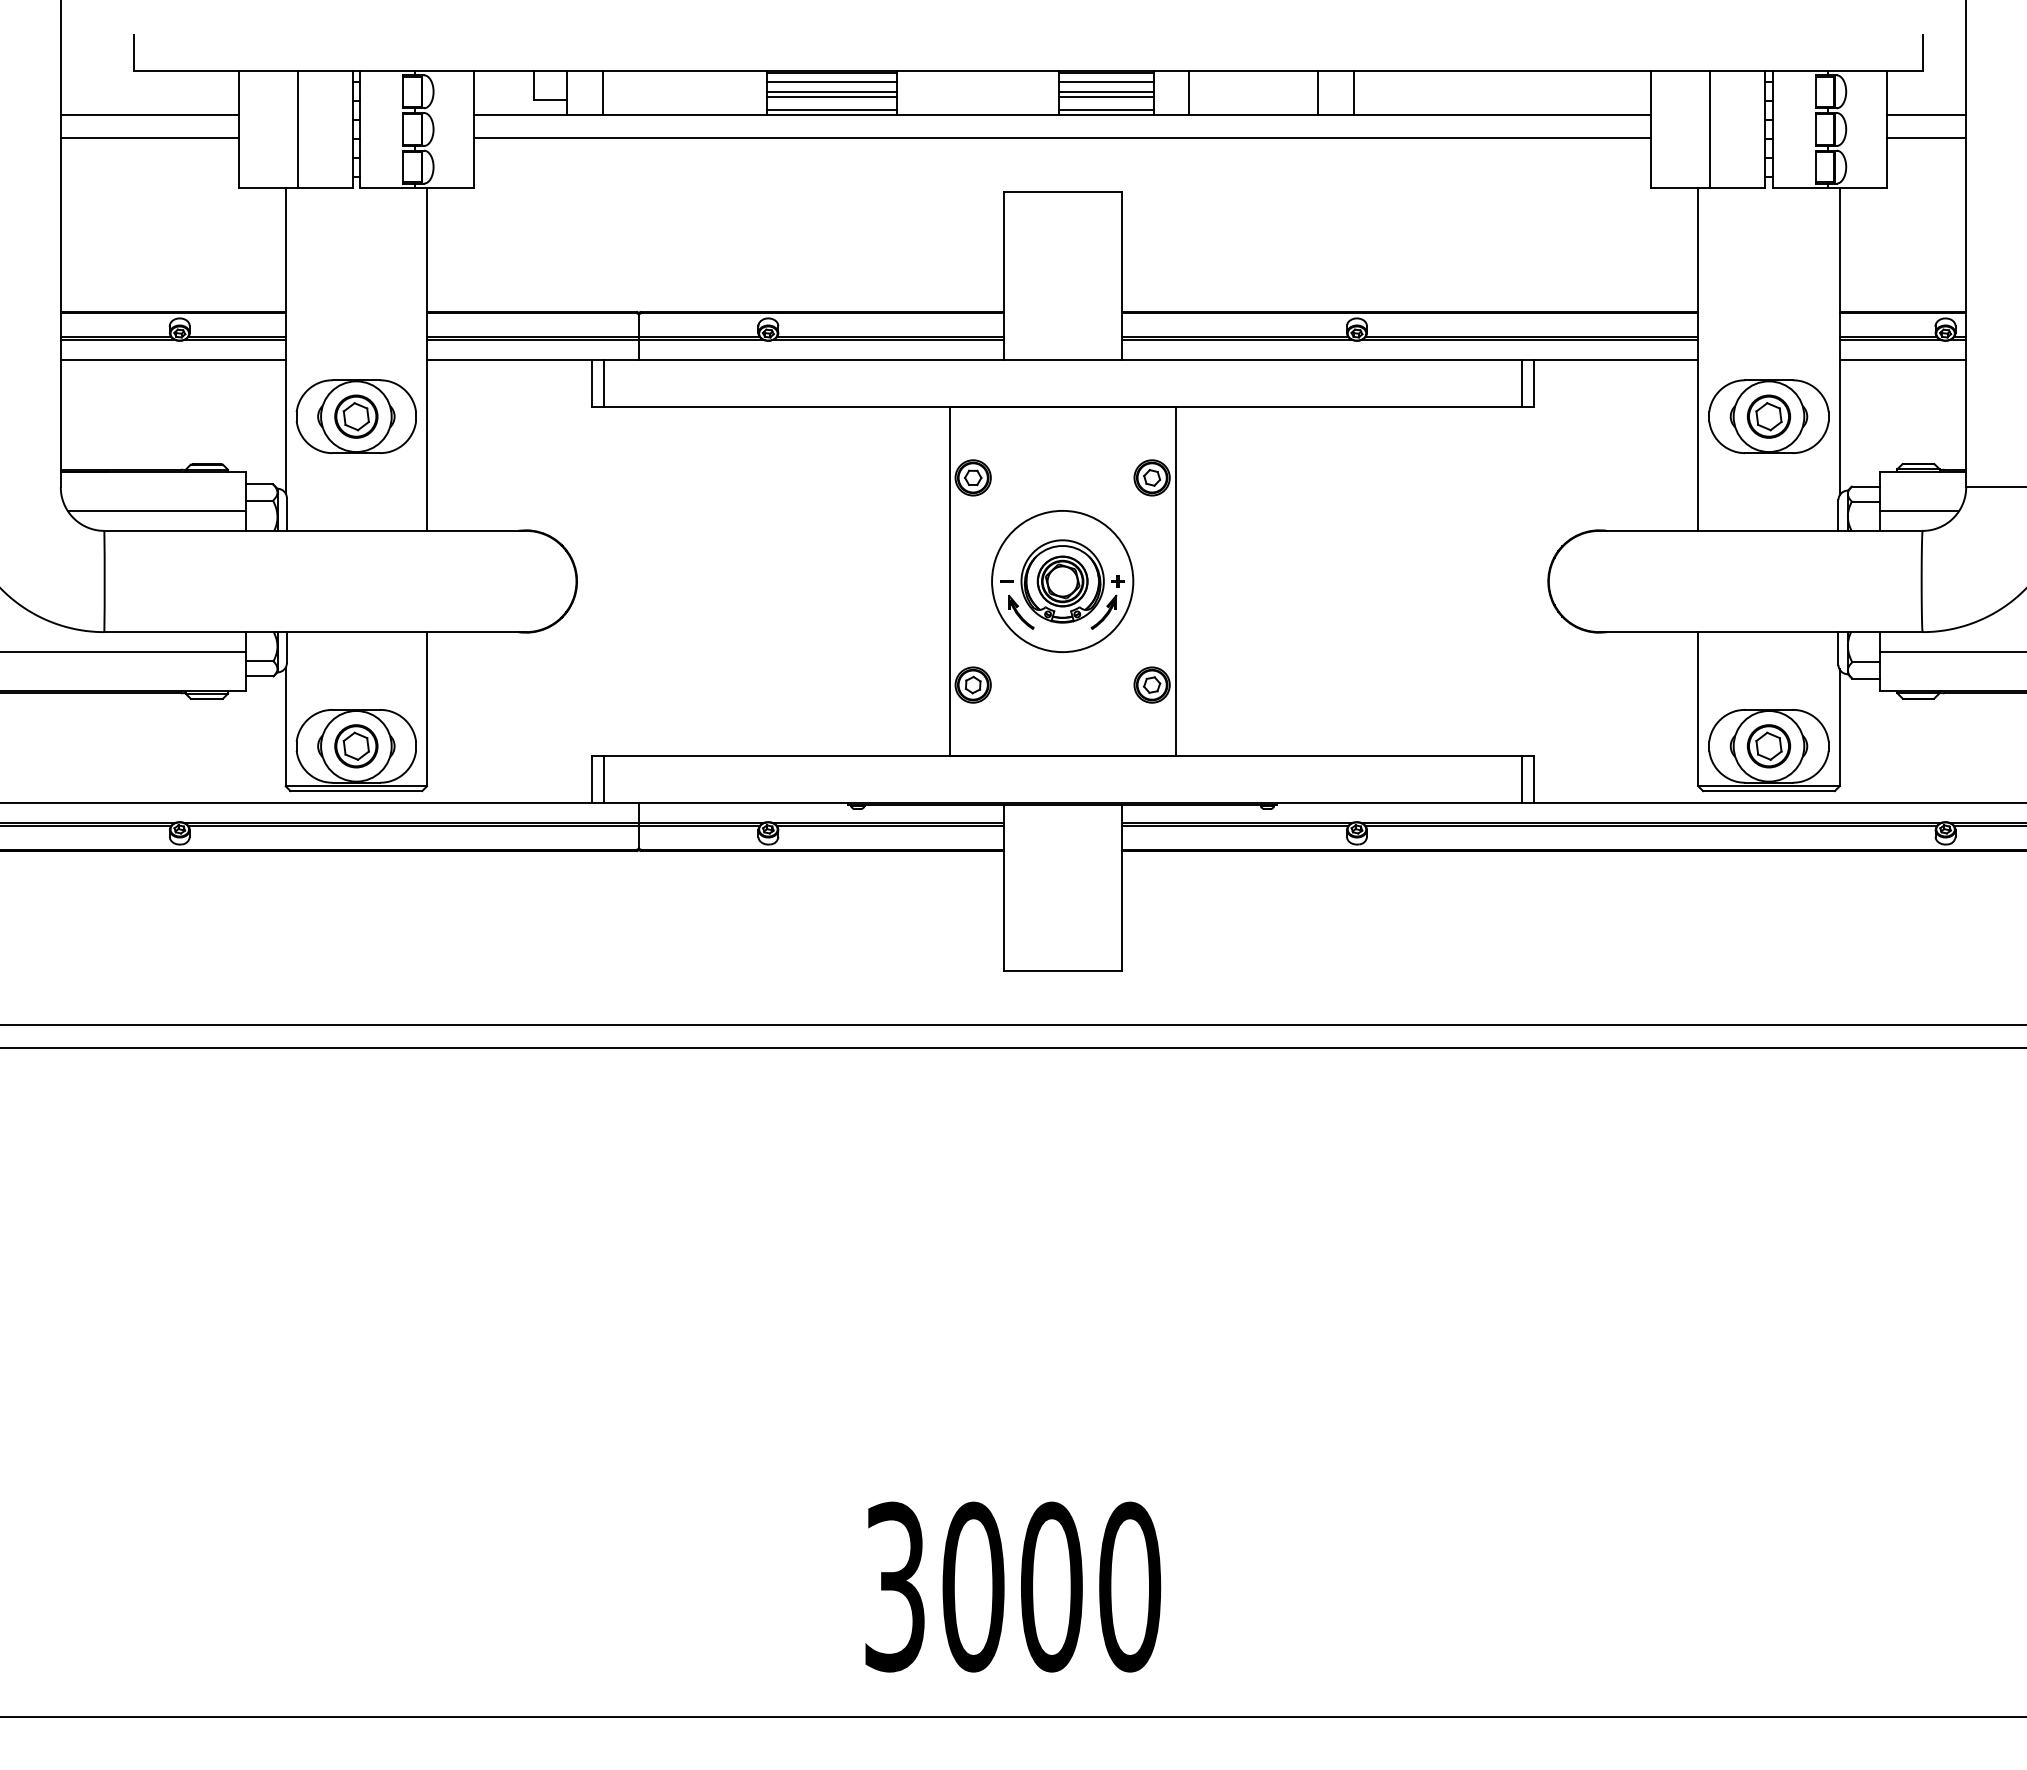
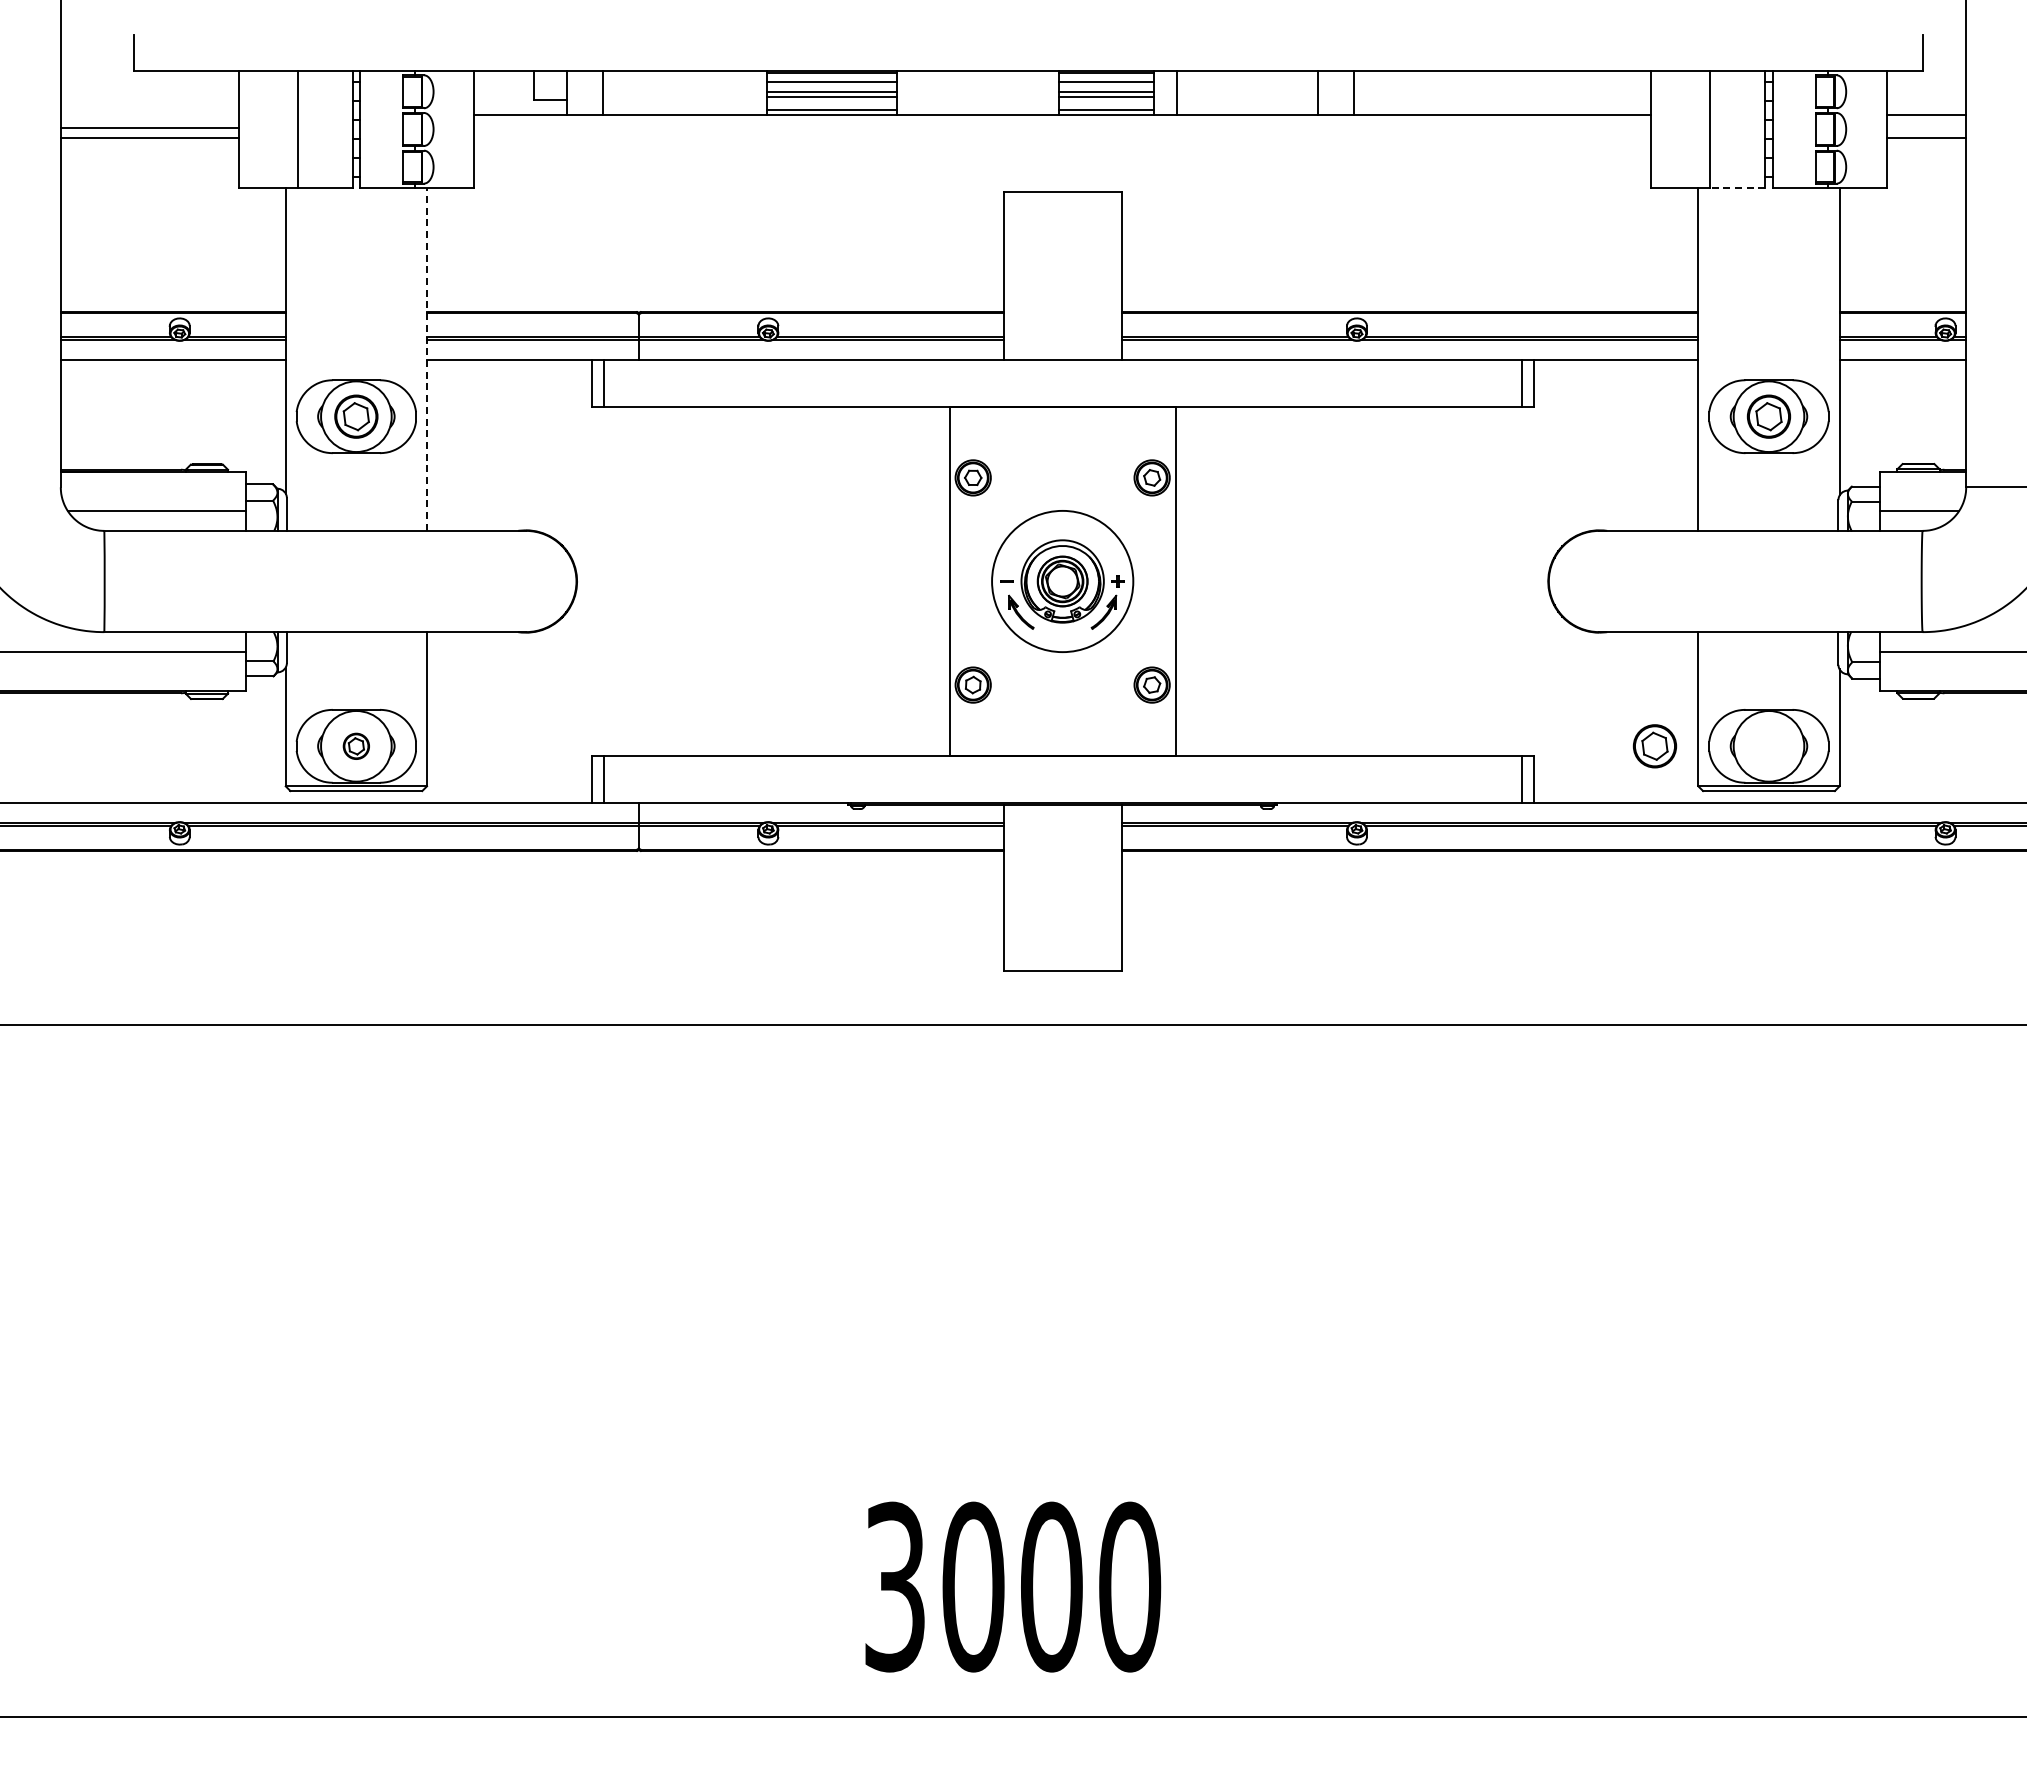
line at (1188, 92) position: (1188, 92) -> (1176, 92)
line at (149, 115) position: (149, 115) -> (149, 128)
line at (1062, 137): present -> none
line at (1737, 188): solid -> dashed
line at (427, 359): solid -> dashed
part at (356, 746) size: 45x45 px -> 28x28 px
part at (1768, 746) position: (1768, 746) -> (1654, 746)
line at (1012, 1047): present -> none
